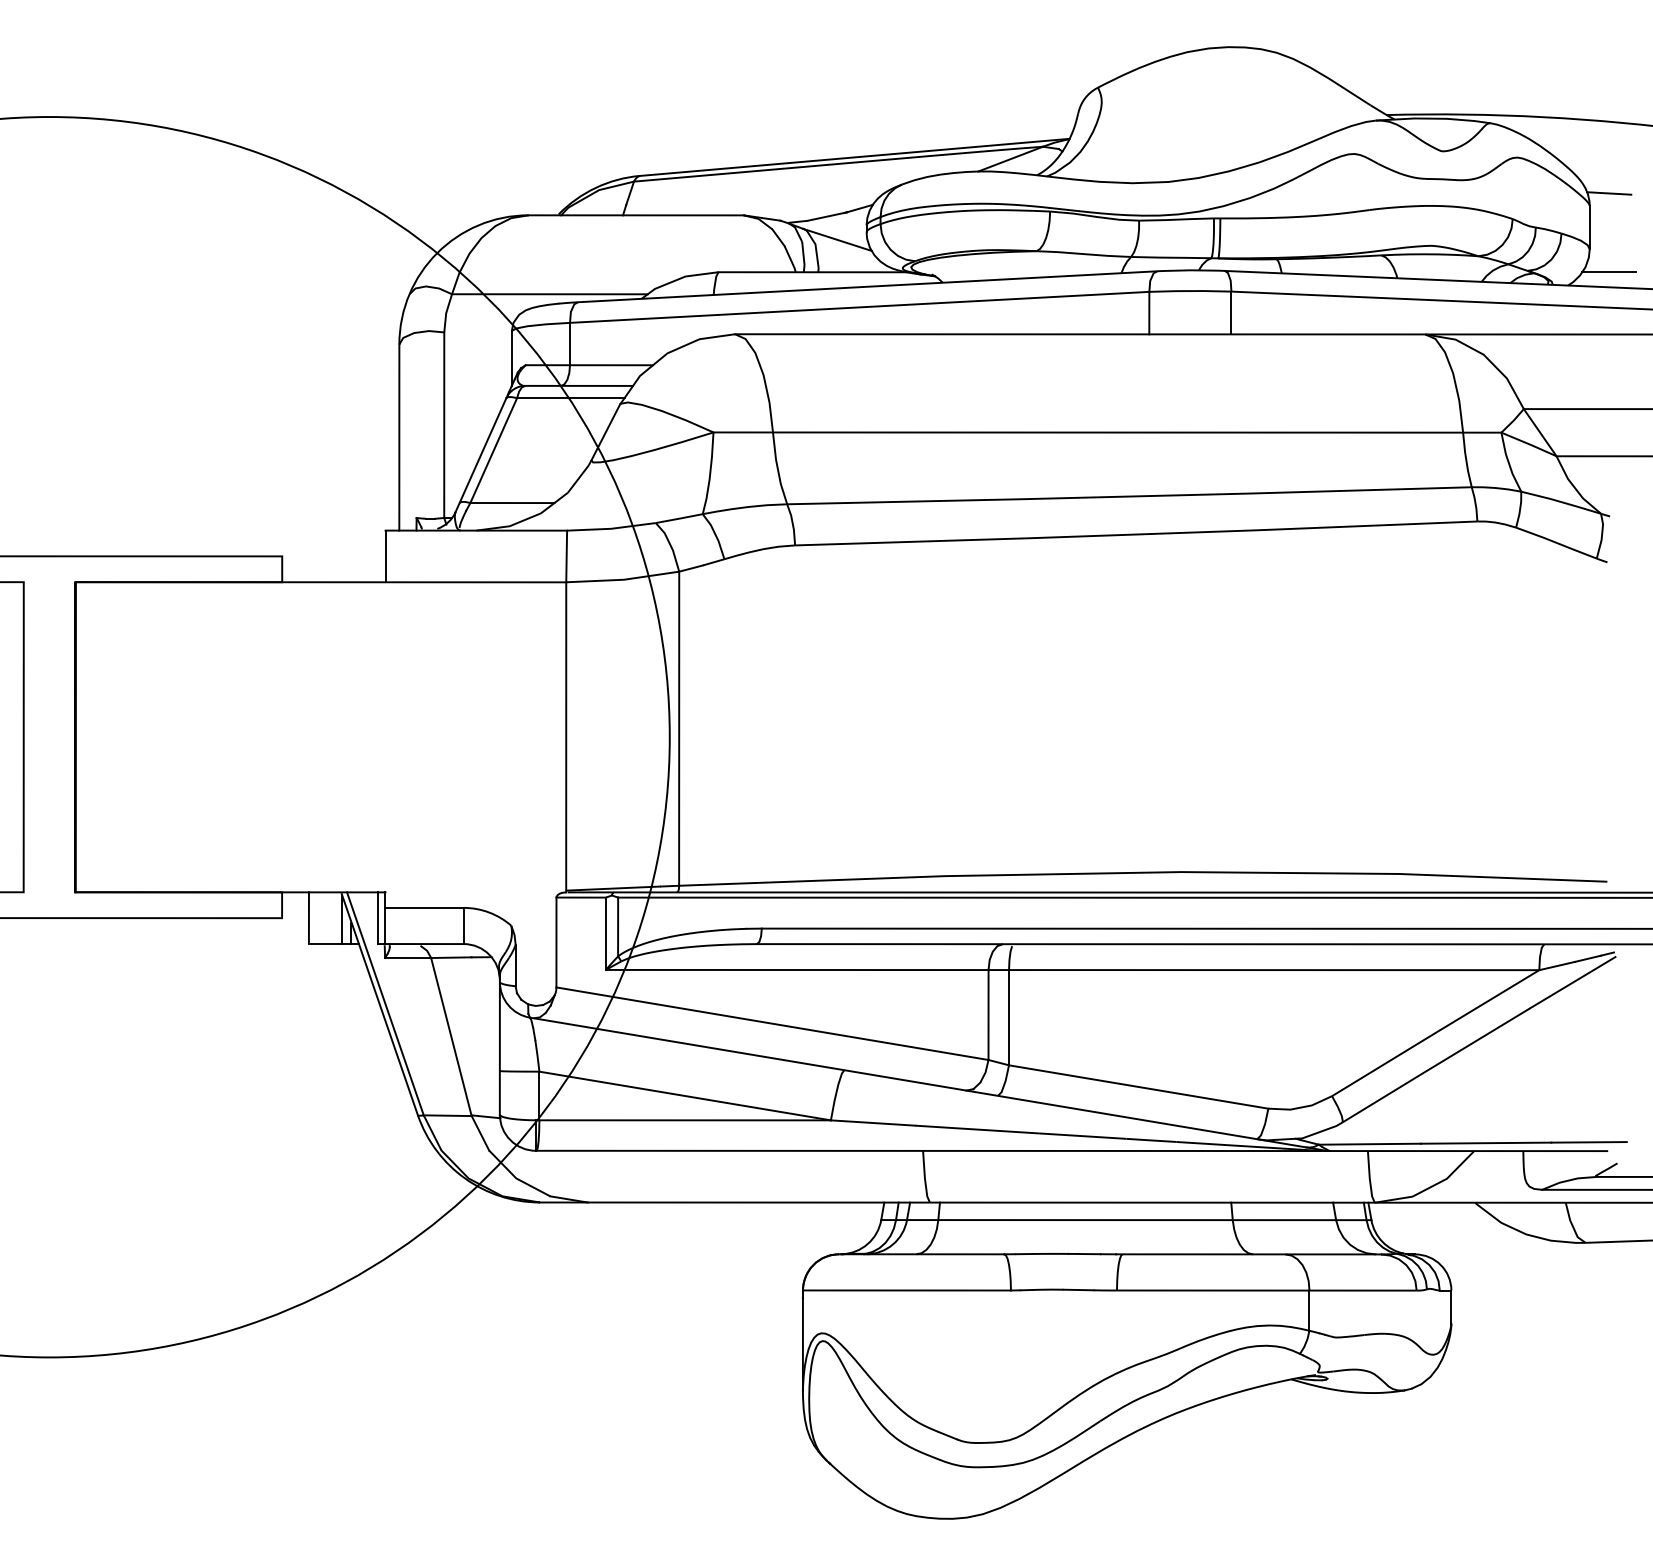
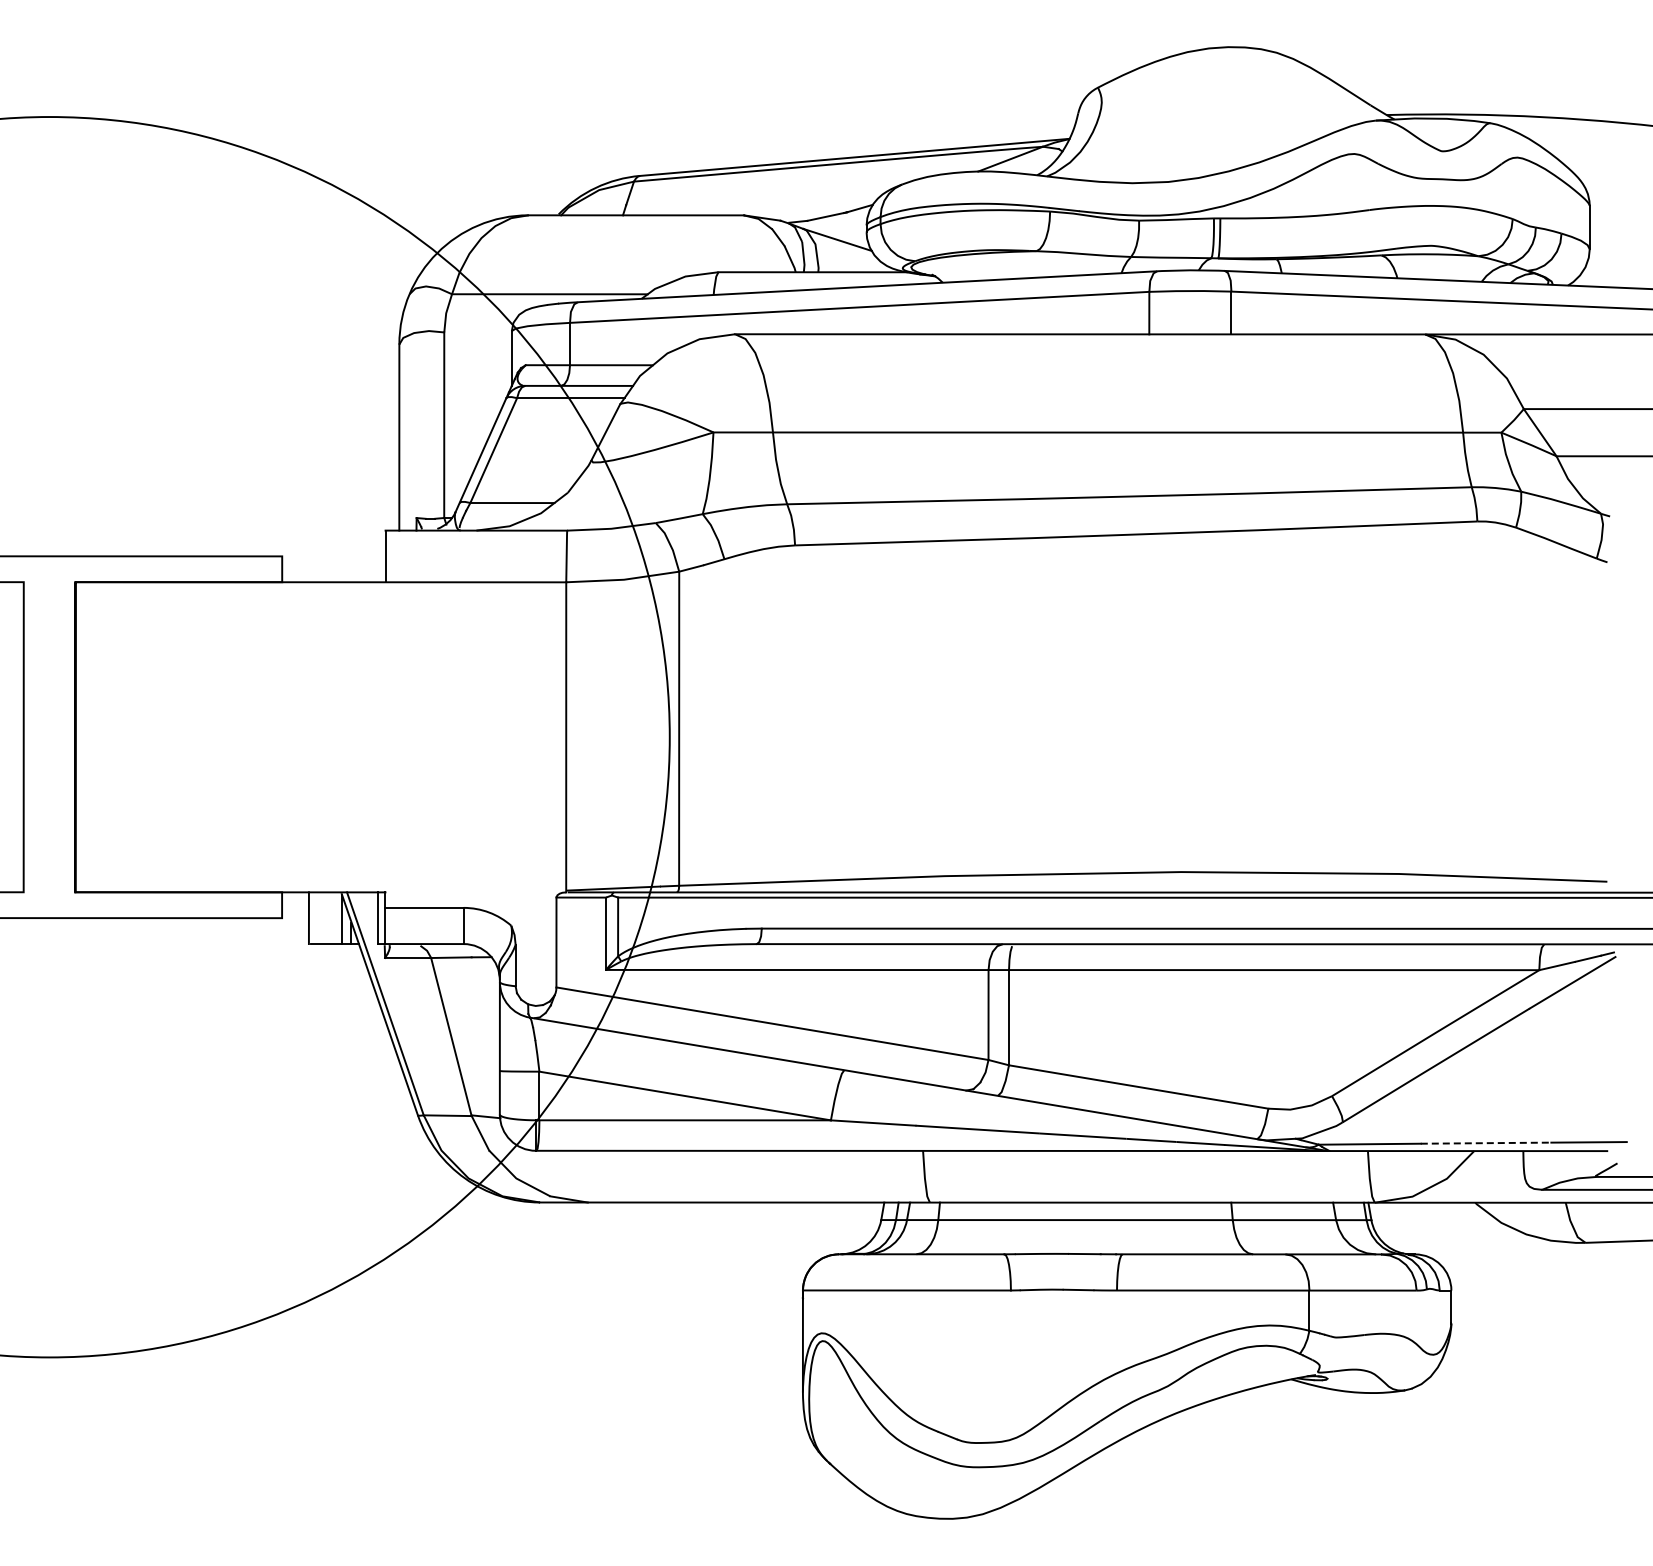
line at (1609, 193): present -> none
line at (1609, 272): present -> none
line at (1486, 1143): solid -> dashed
